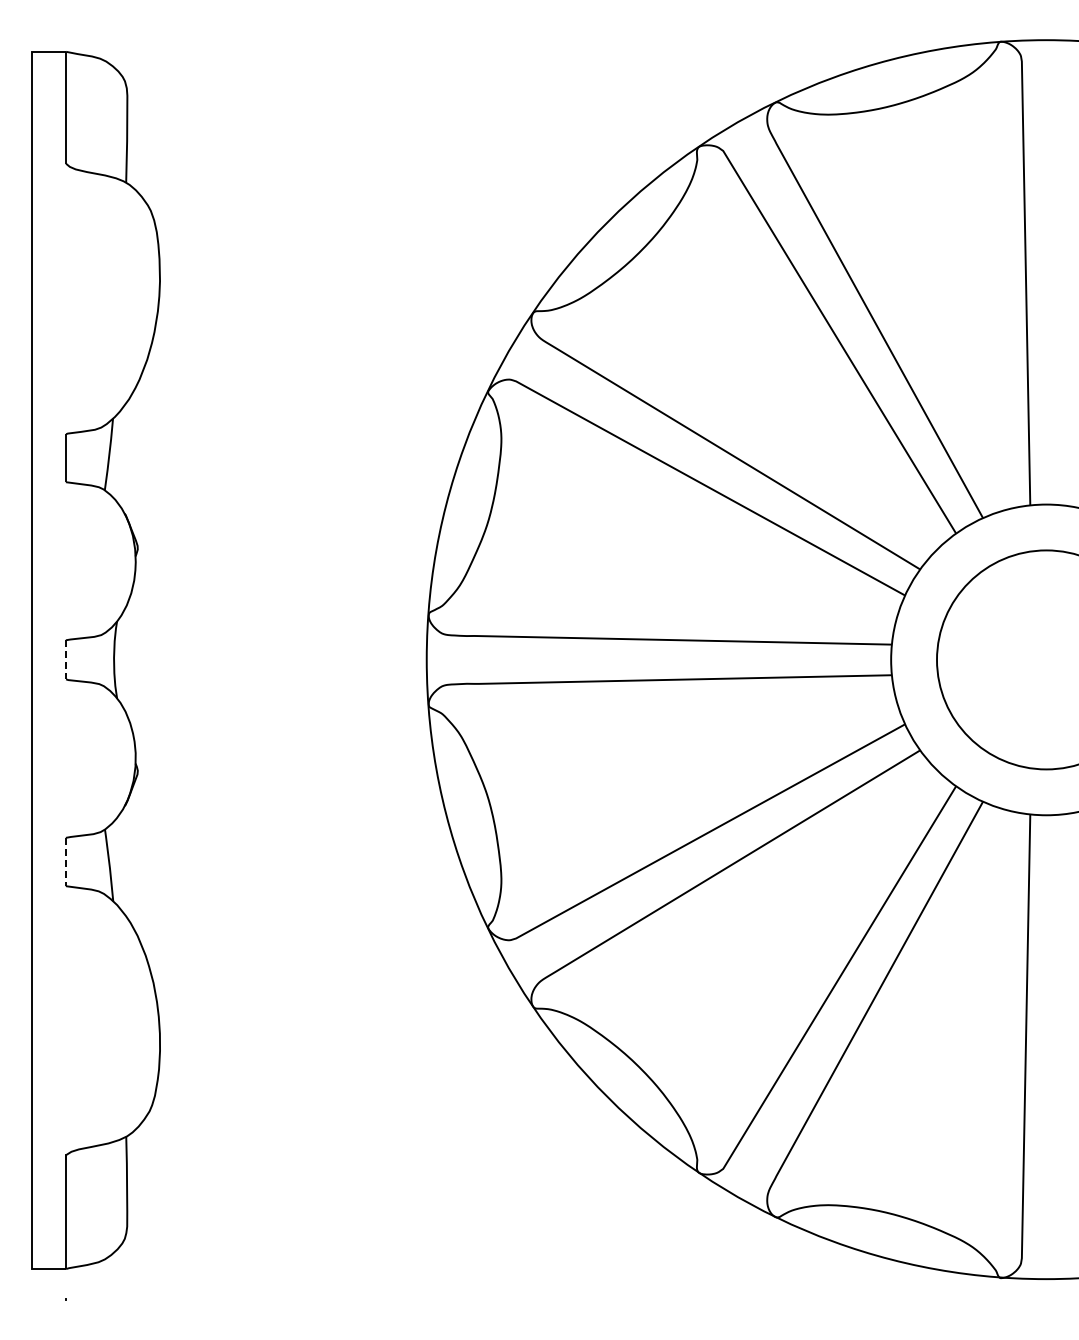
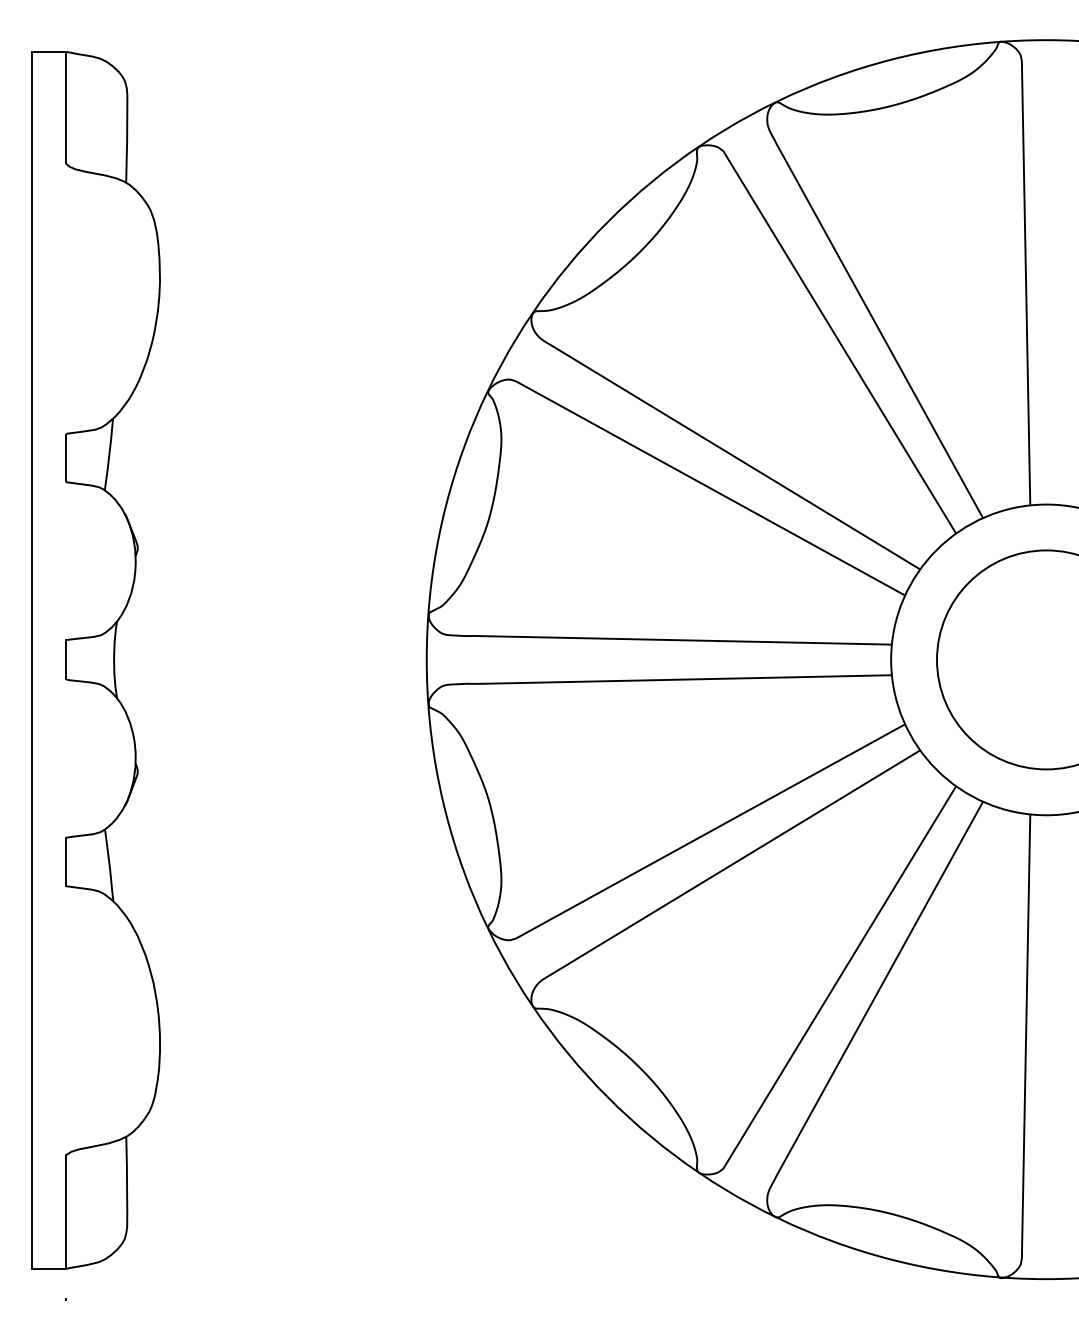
line at (66, 660): dashed -> solid
line at (66, 861): dashed -> solid
